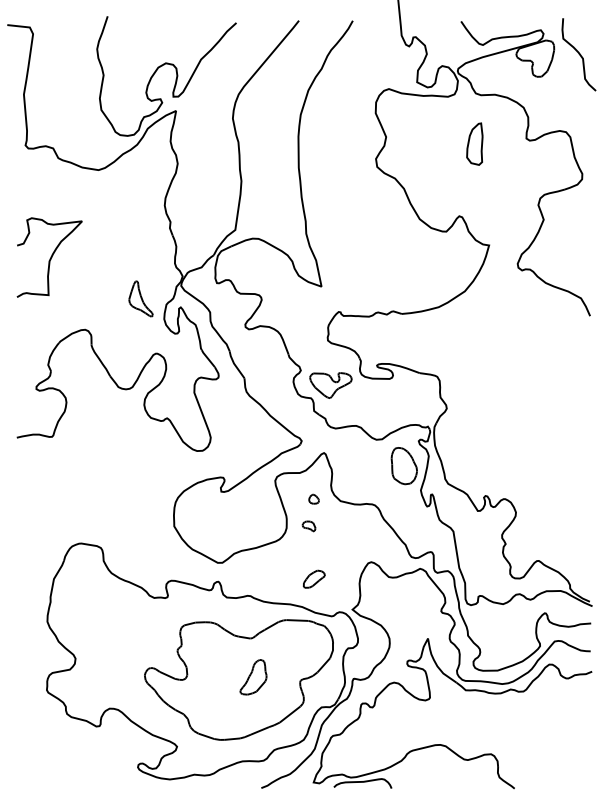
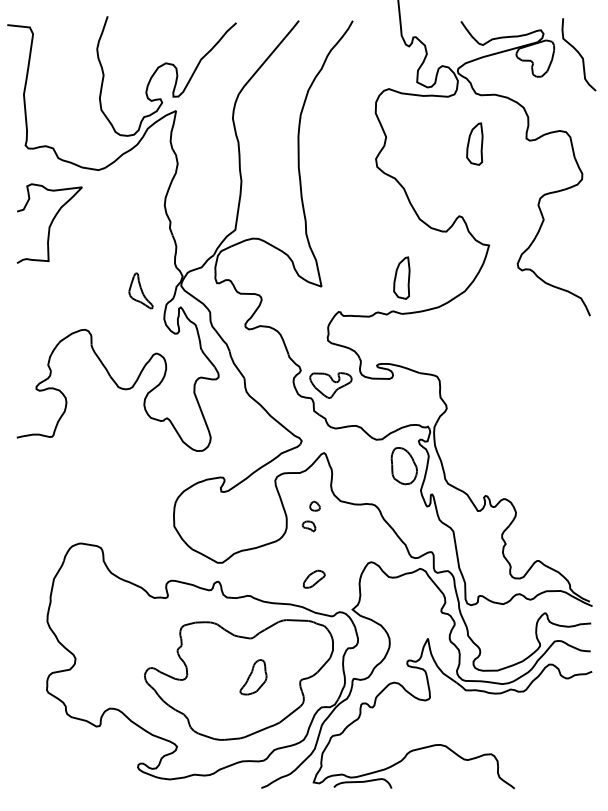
curve at (50, 257) position: (50, 257) -> (50, 223)
part at (401, 277): none -> present
part at (140, 298) position: (140, 298) -> (140, 290)
part at (313, 498) position: (313, 498) -> (314, 505)
